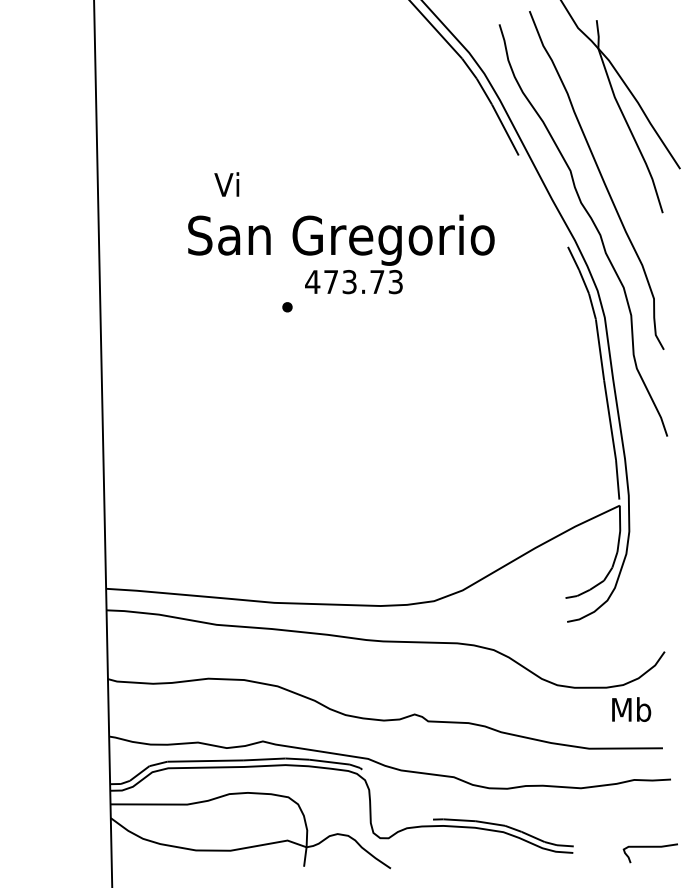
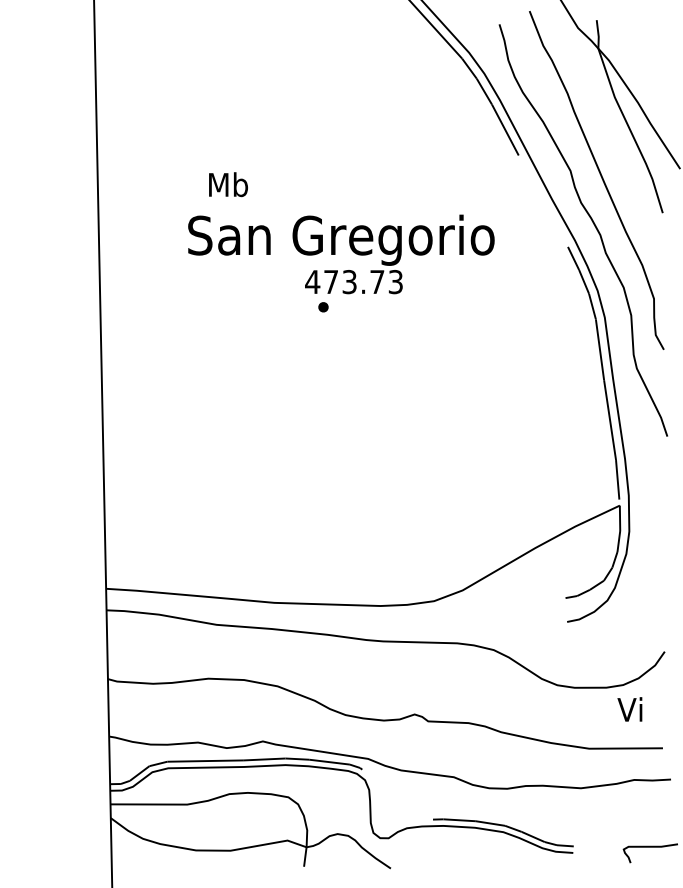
text at (228, 184): Vi -> Mb
part at (287, 307) position: (287, 307) -> (323, 307)
text at (631, 709): Mb -> Vi
